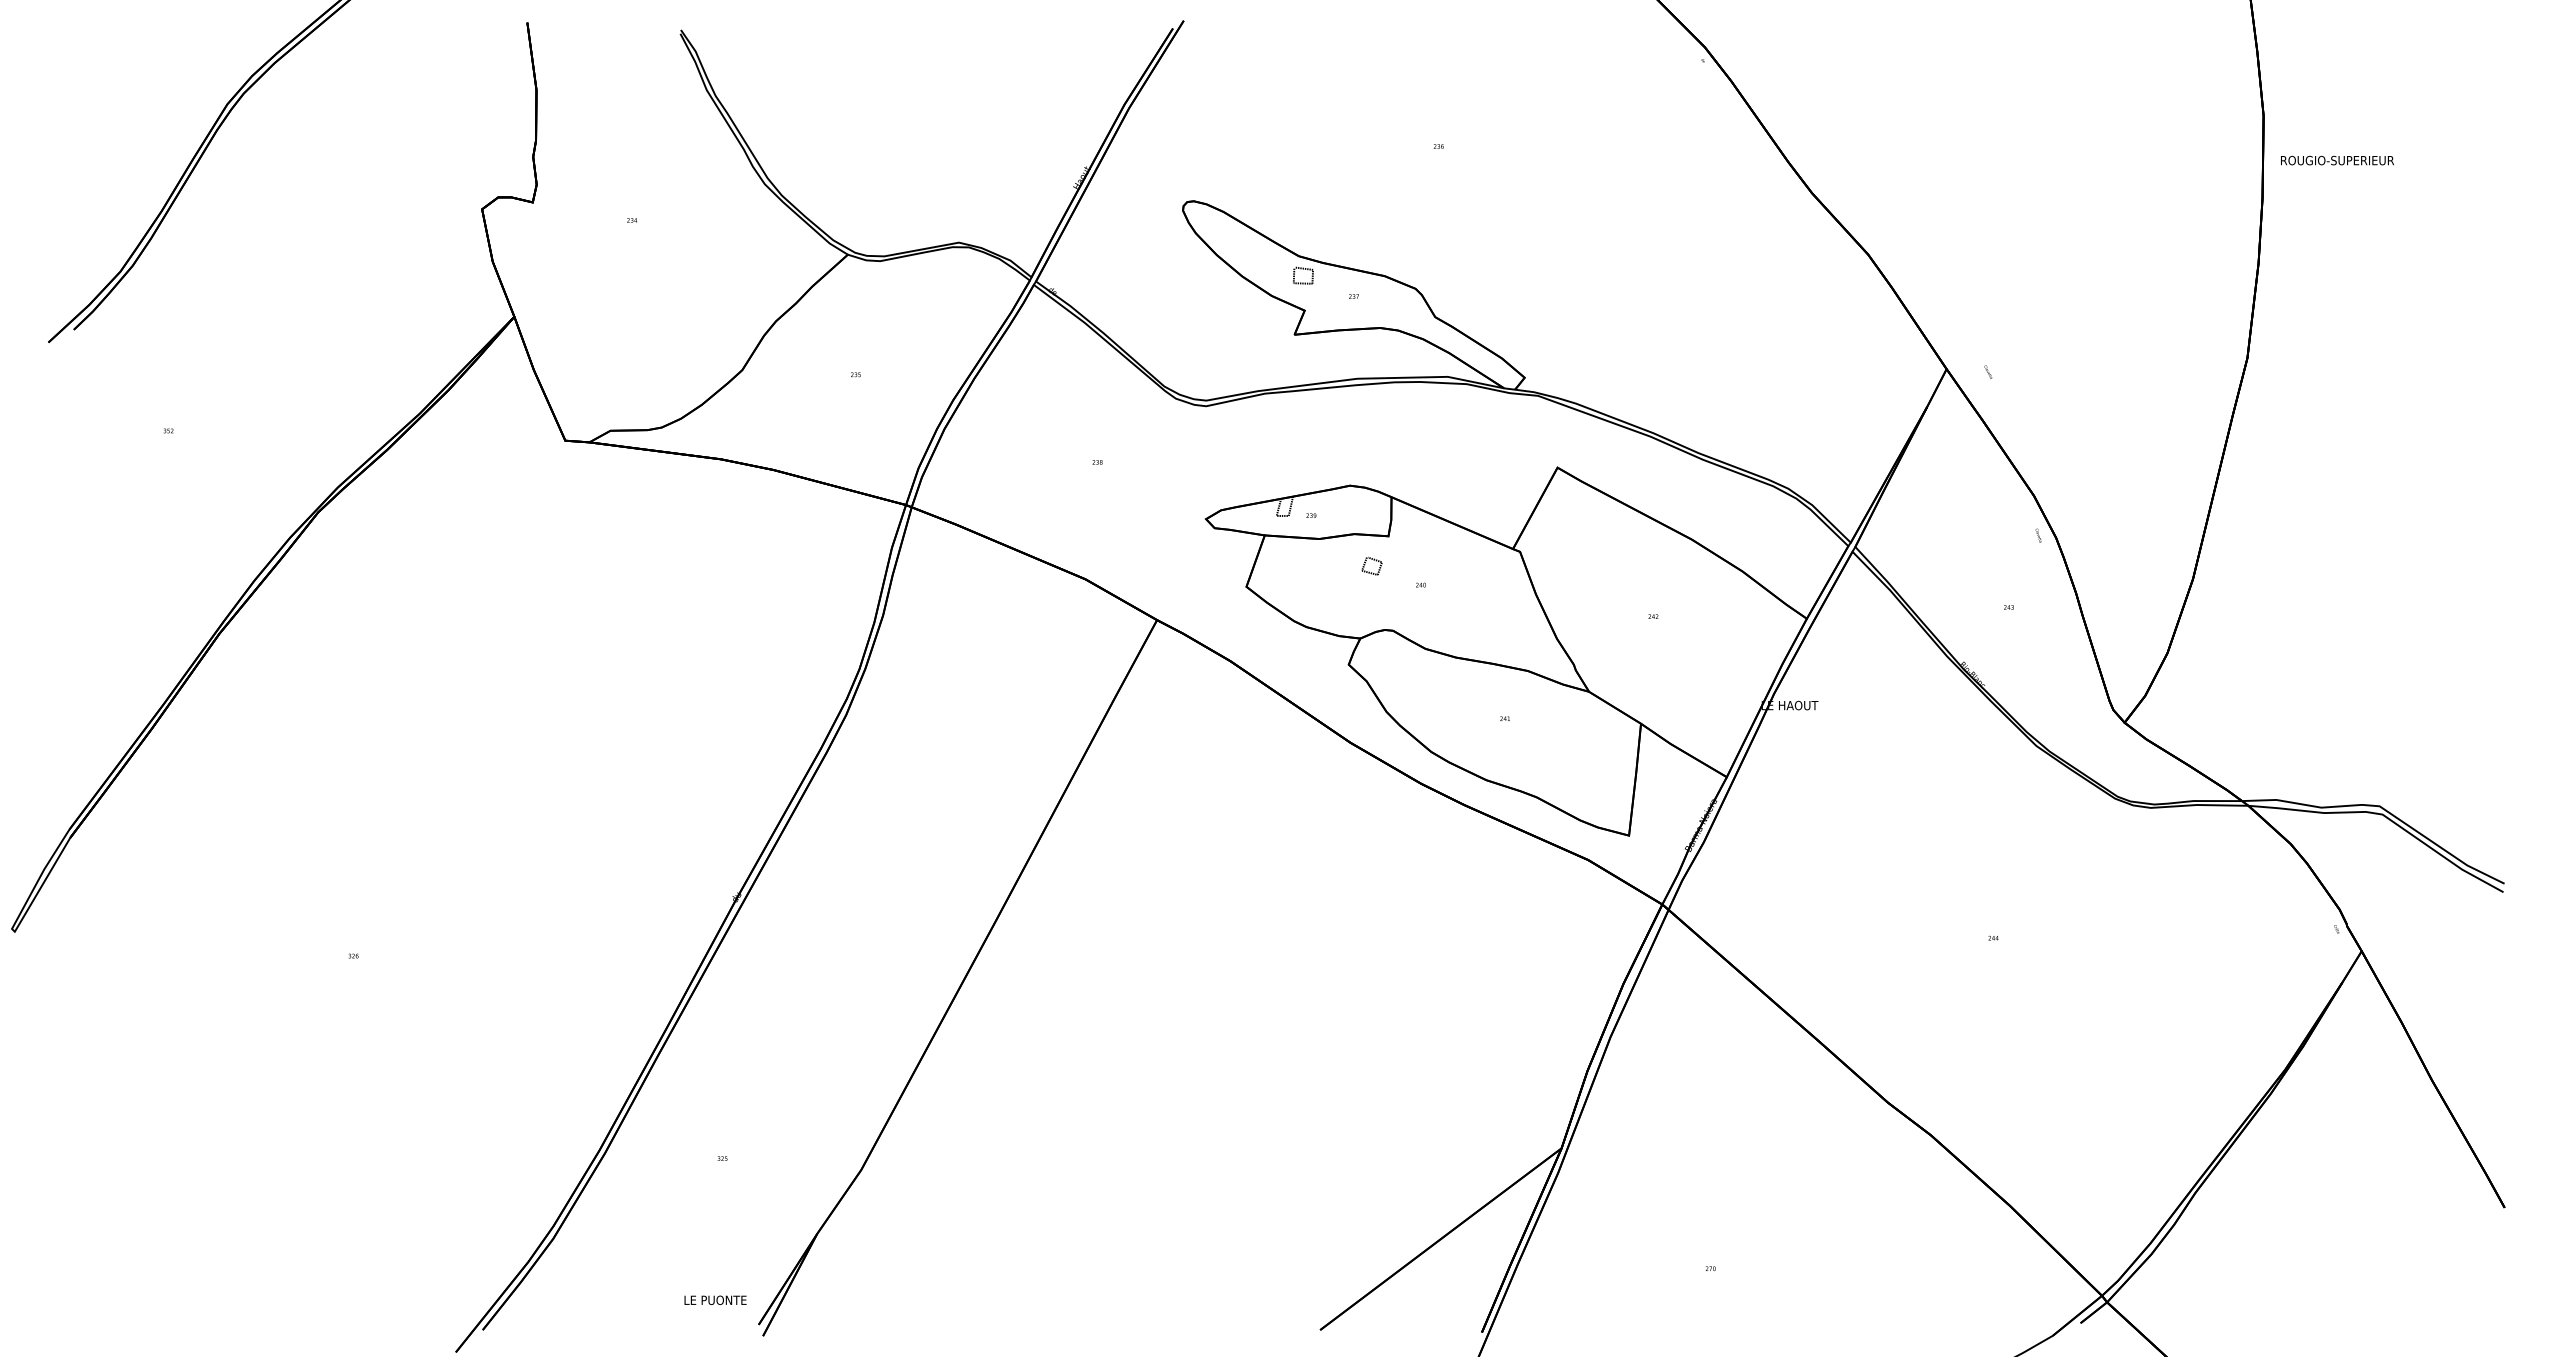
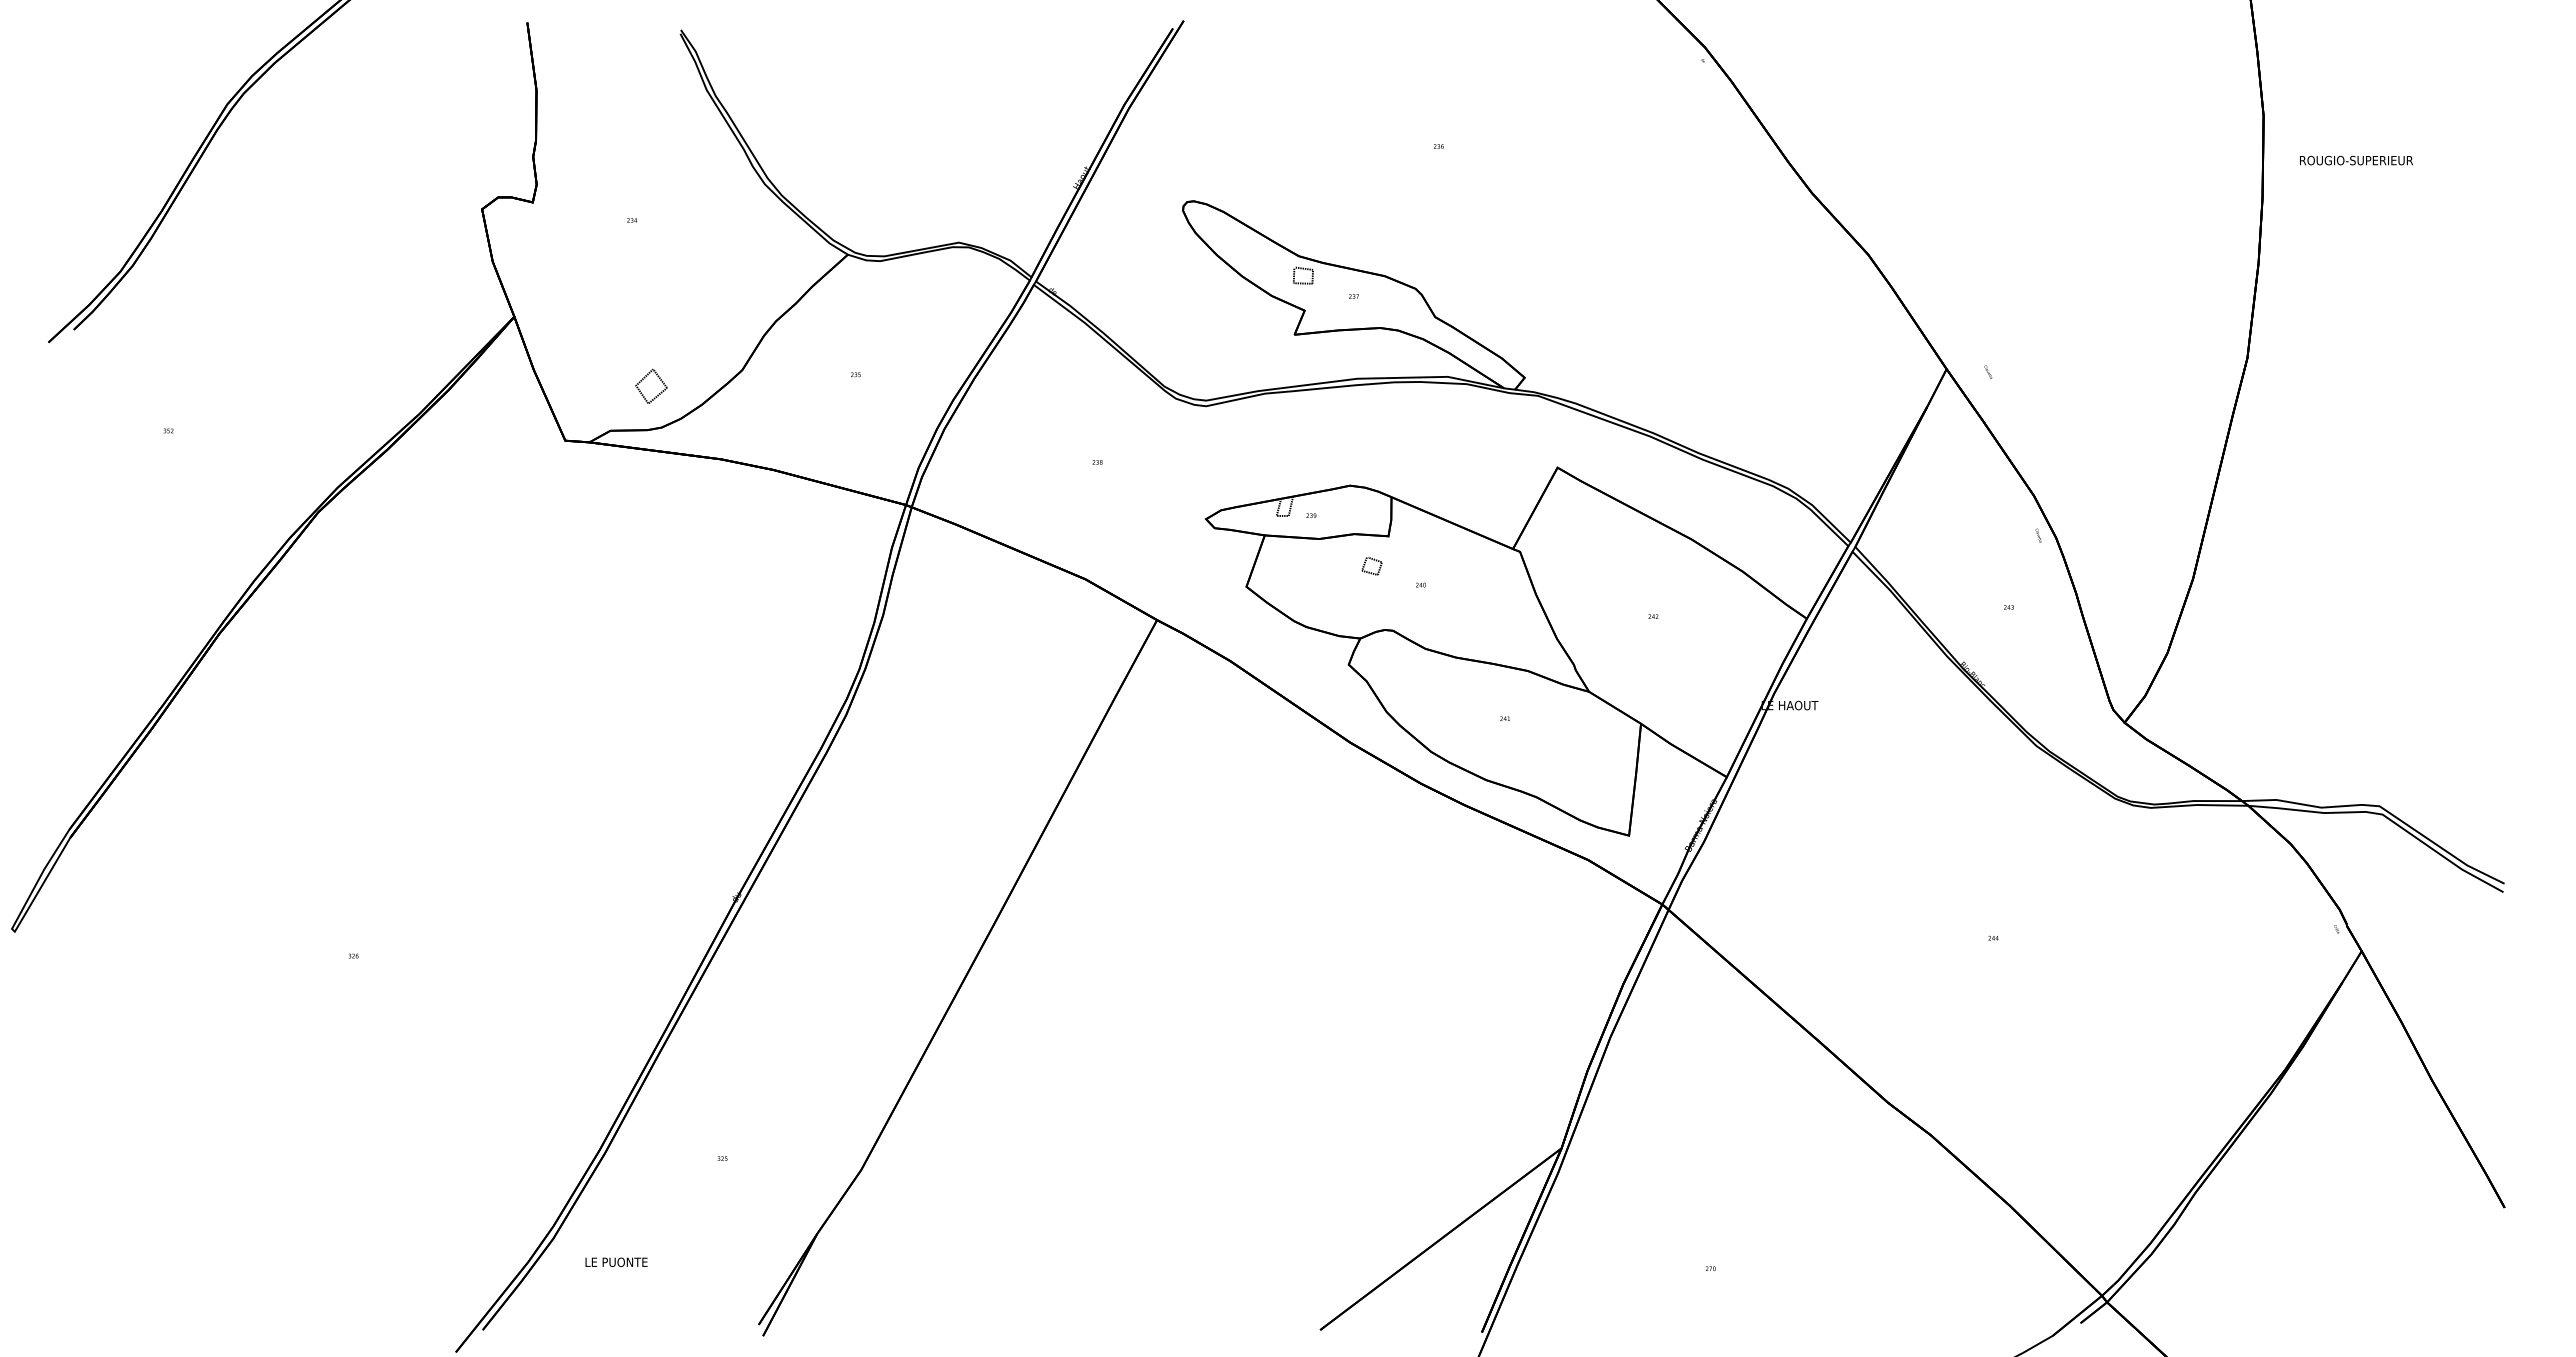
text at (2337, 160) position: (2337, 160) -> (2356, 160)
part at (651, 385): none -> present
text at (715, 1299) position: (715, 1299) -> (616, 1261)
